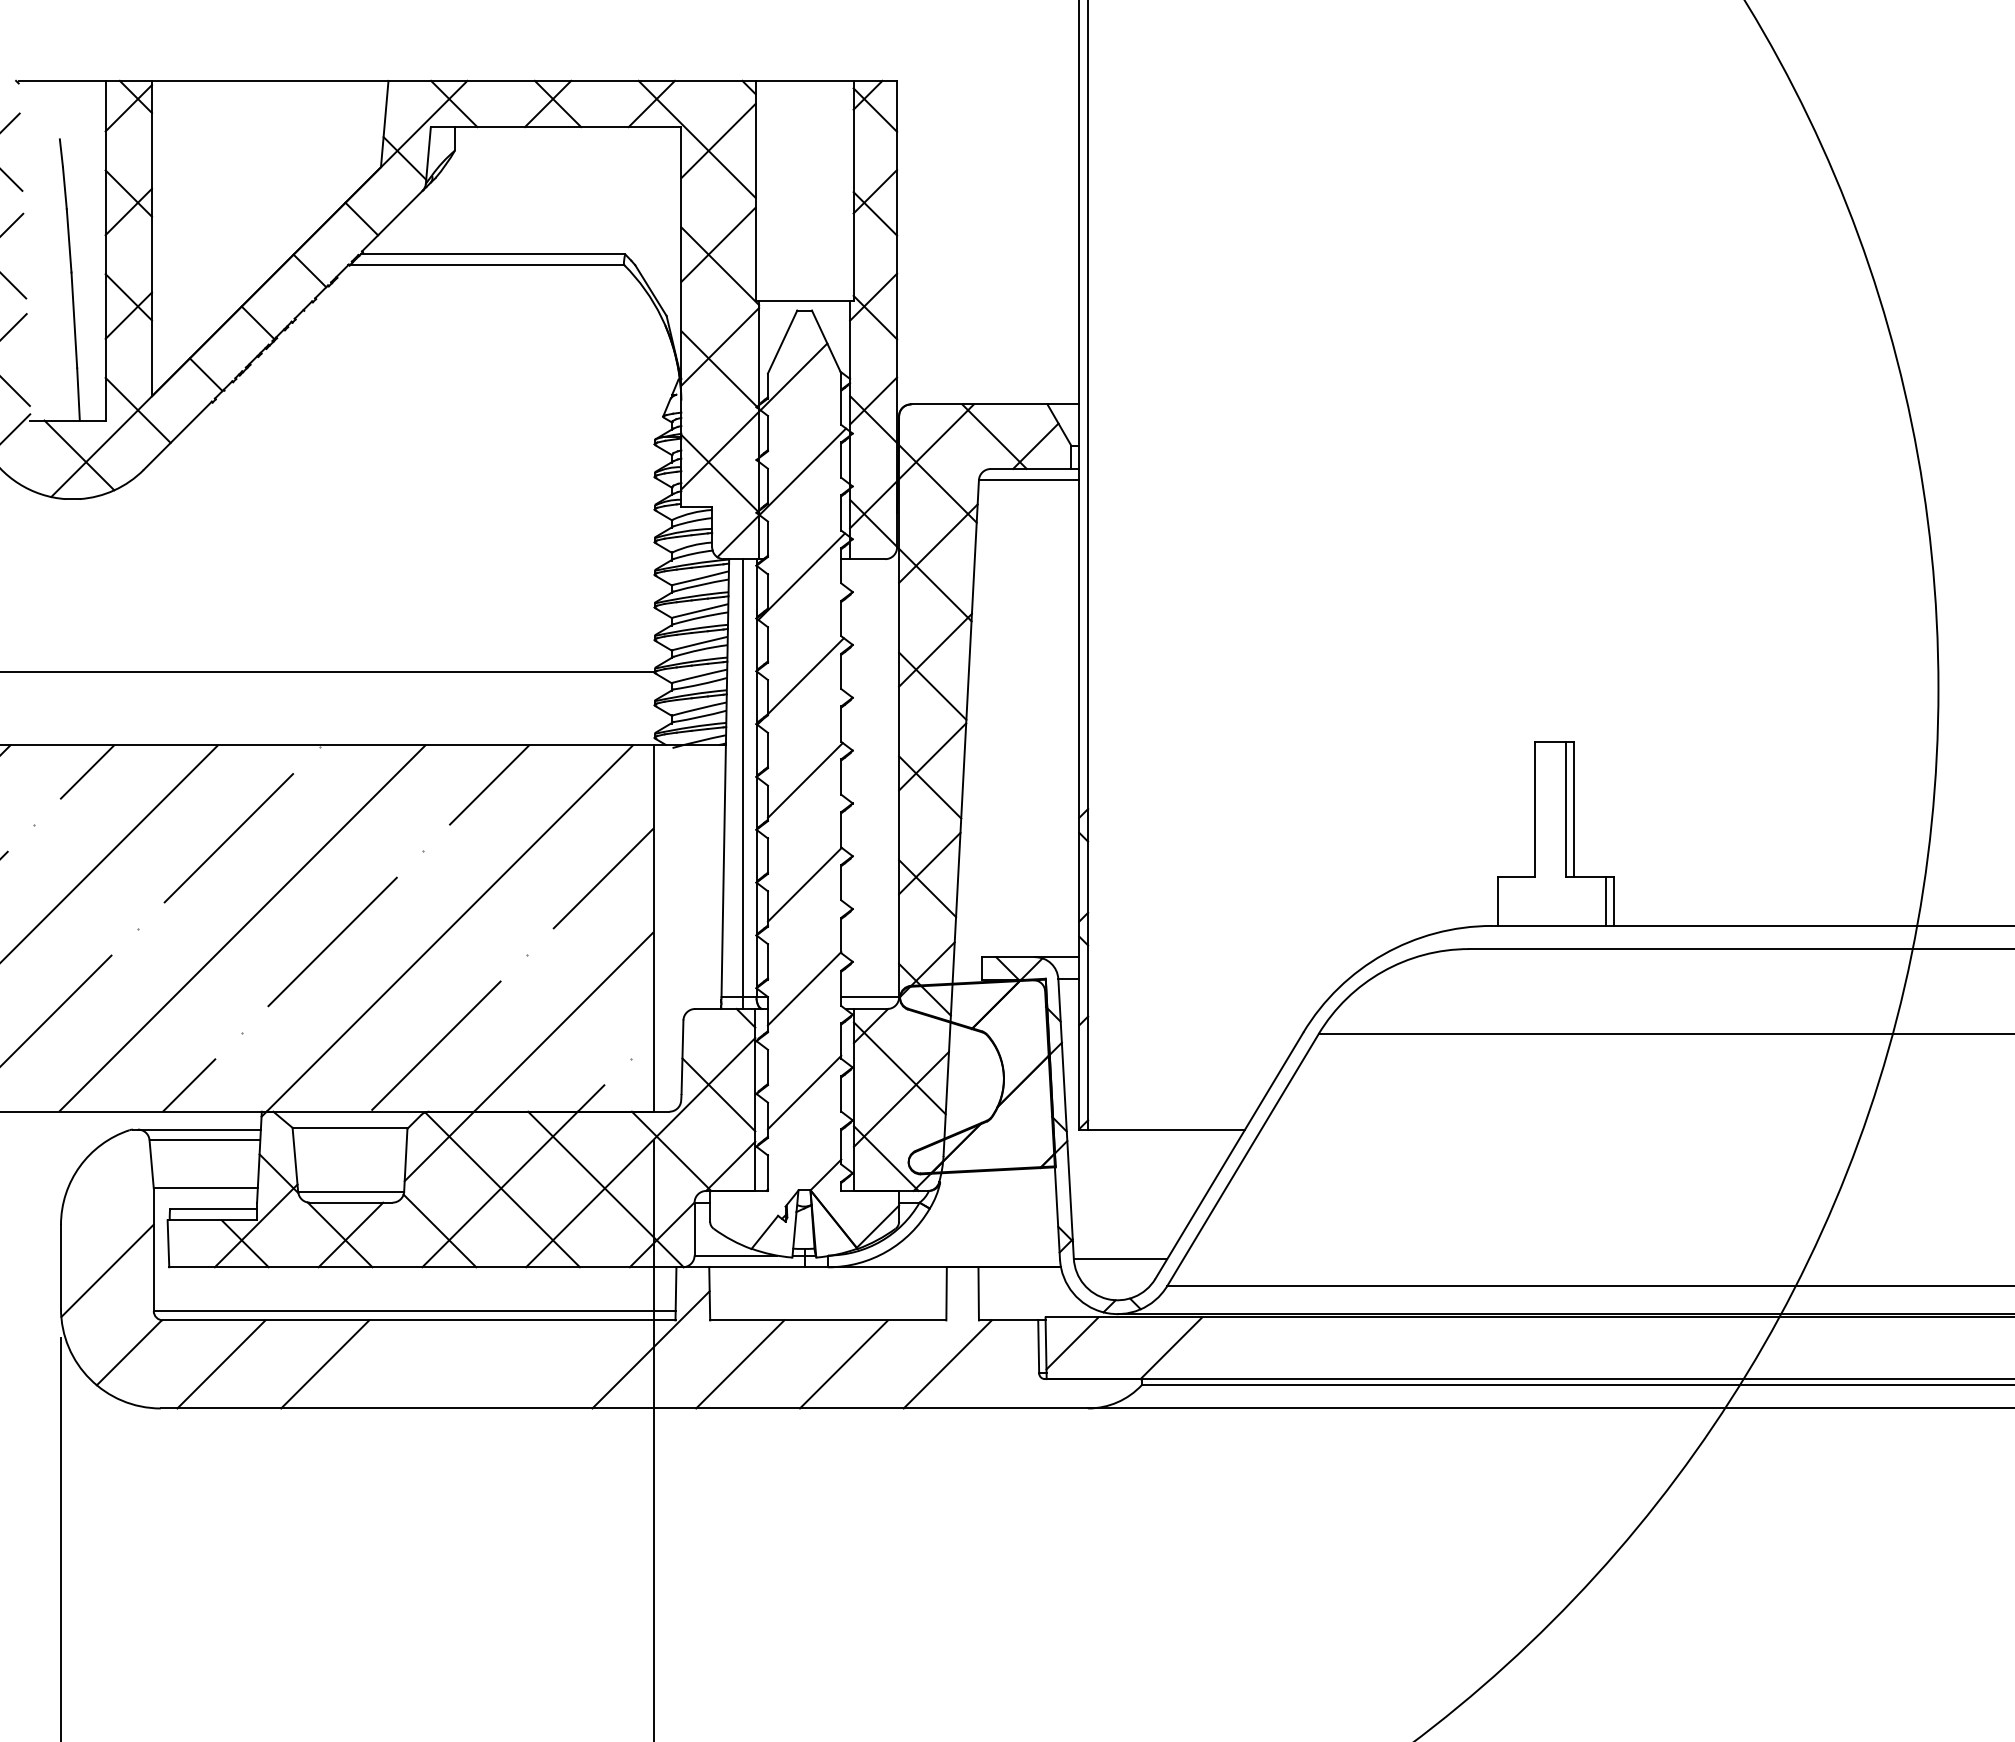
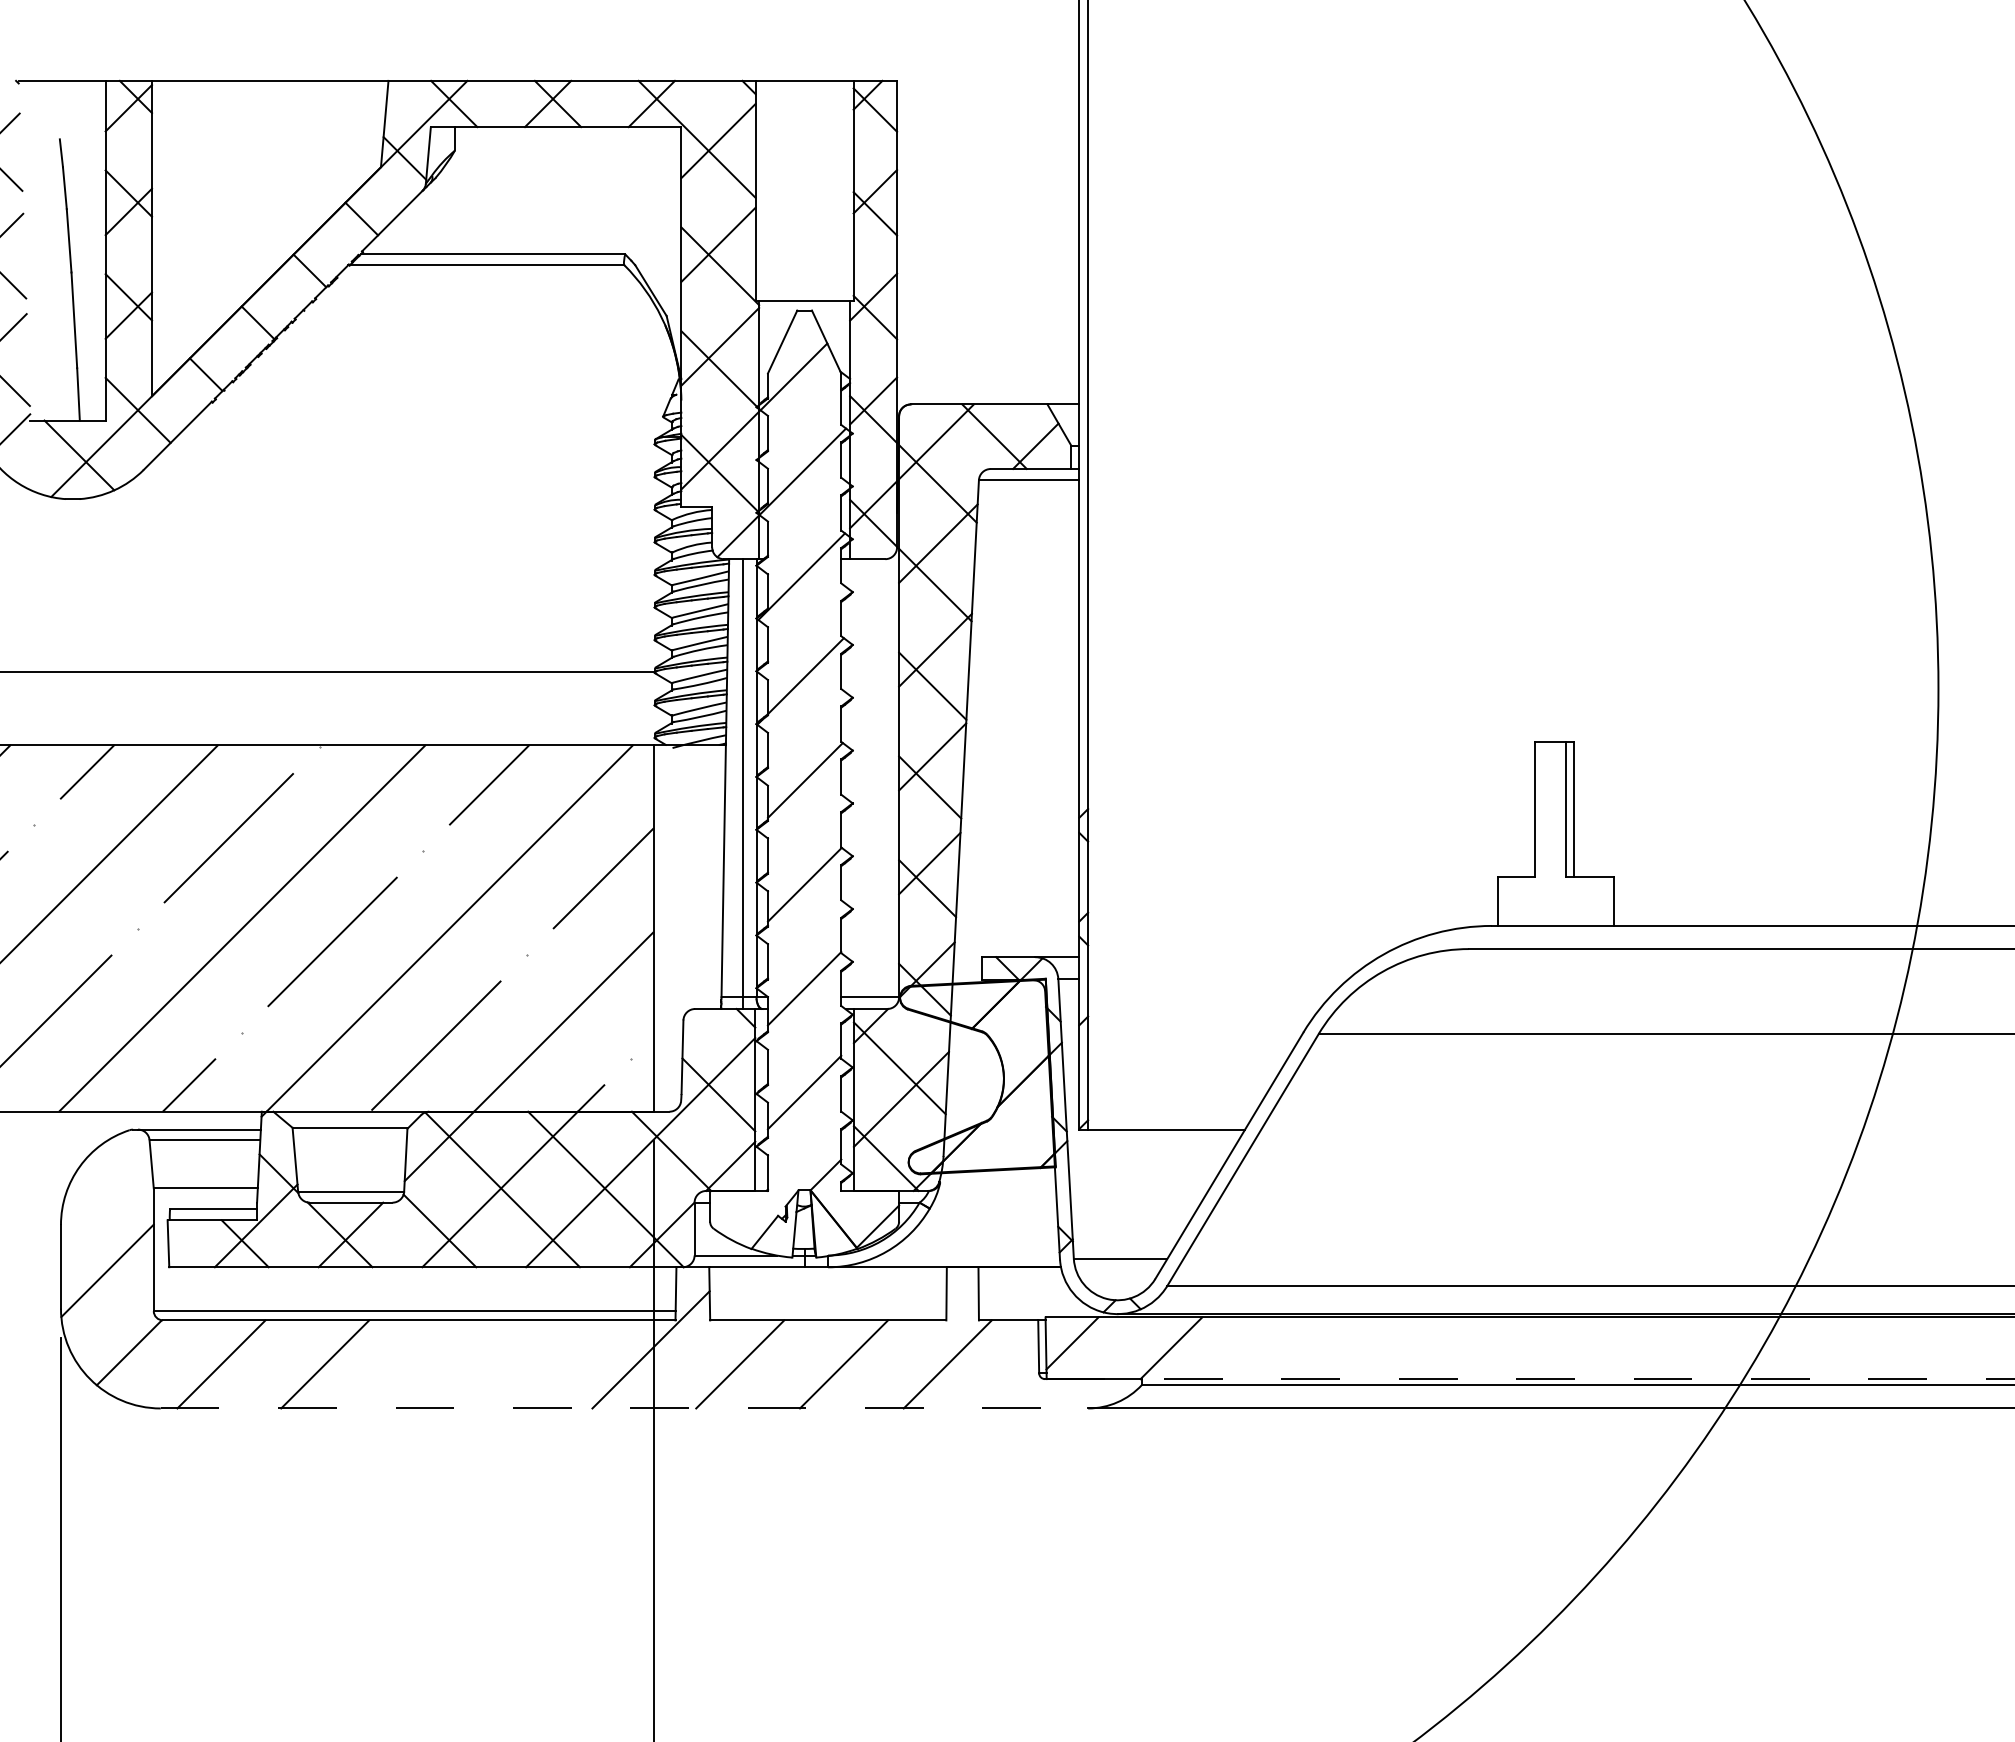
line at (1606, 901): present -> none
line at (1530, 1379): solid -> dashed
line at (624, 1408): solid -> dashed
